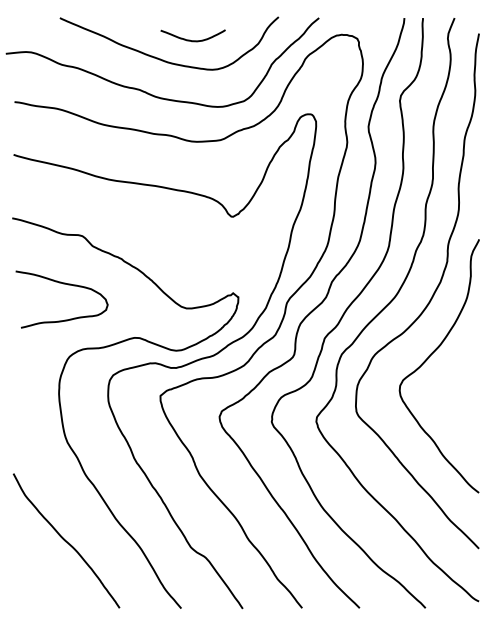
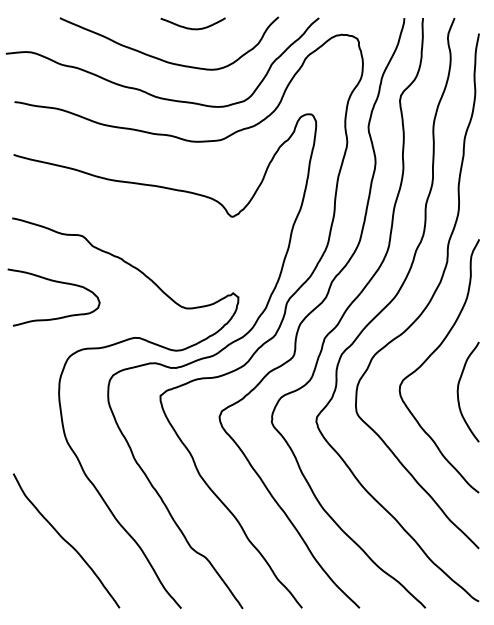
curve at (190, 39) position: (190, 39) -> (190, 27)
curve at (63, 284) position: (63, 284) -> (55, 282)
curve at (458, 391): none -> present
